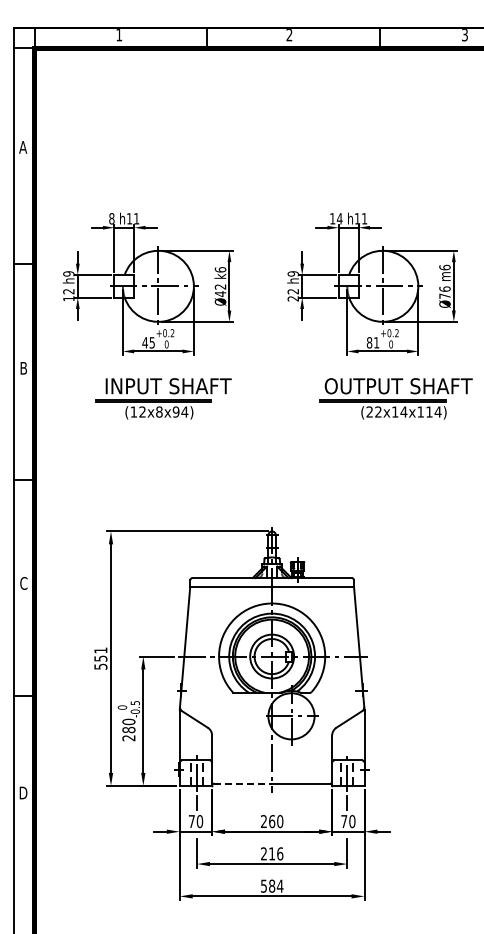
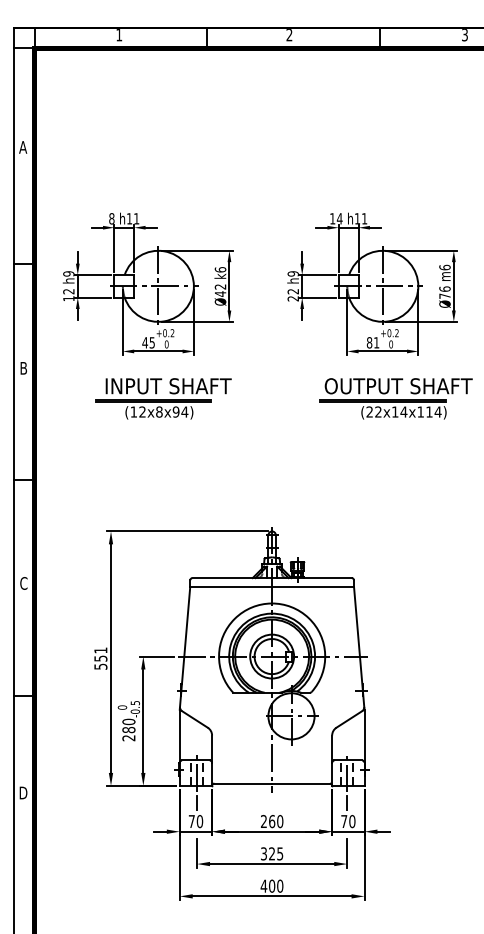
line at (243, 783): dashed -> solid
text at (272, 853): 216 -> 325
text at (271, 885): 584 -> 400
